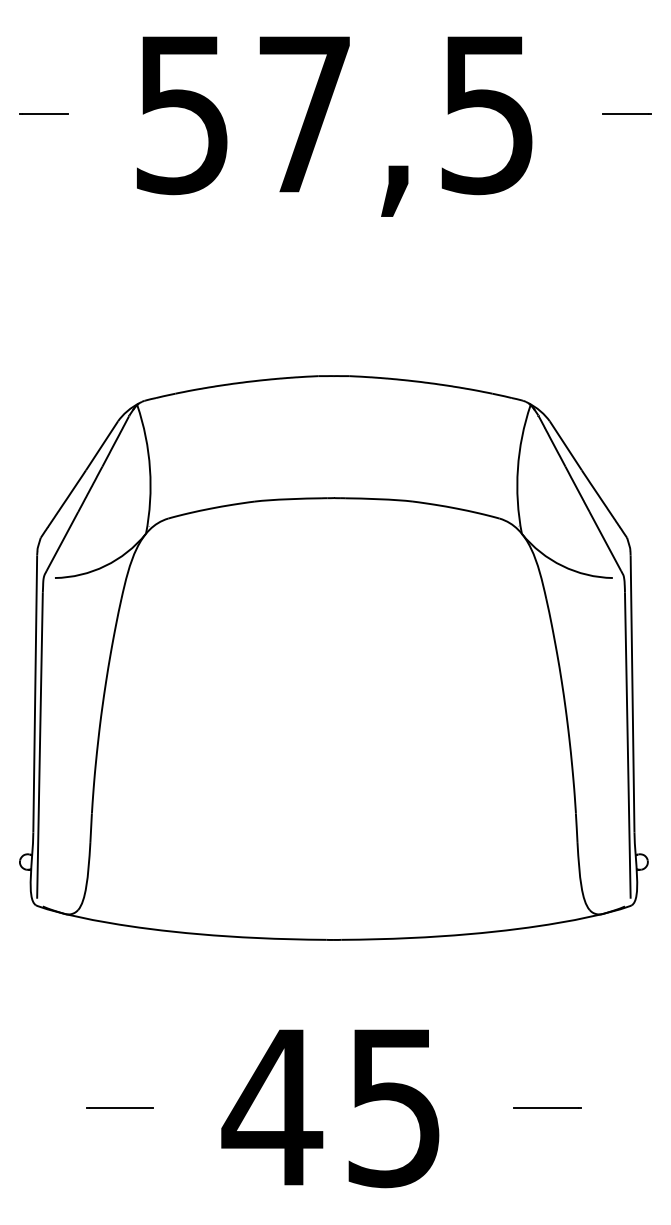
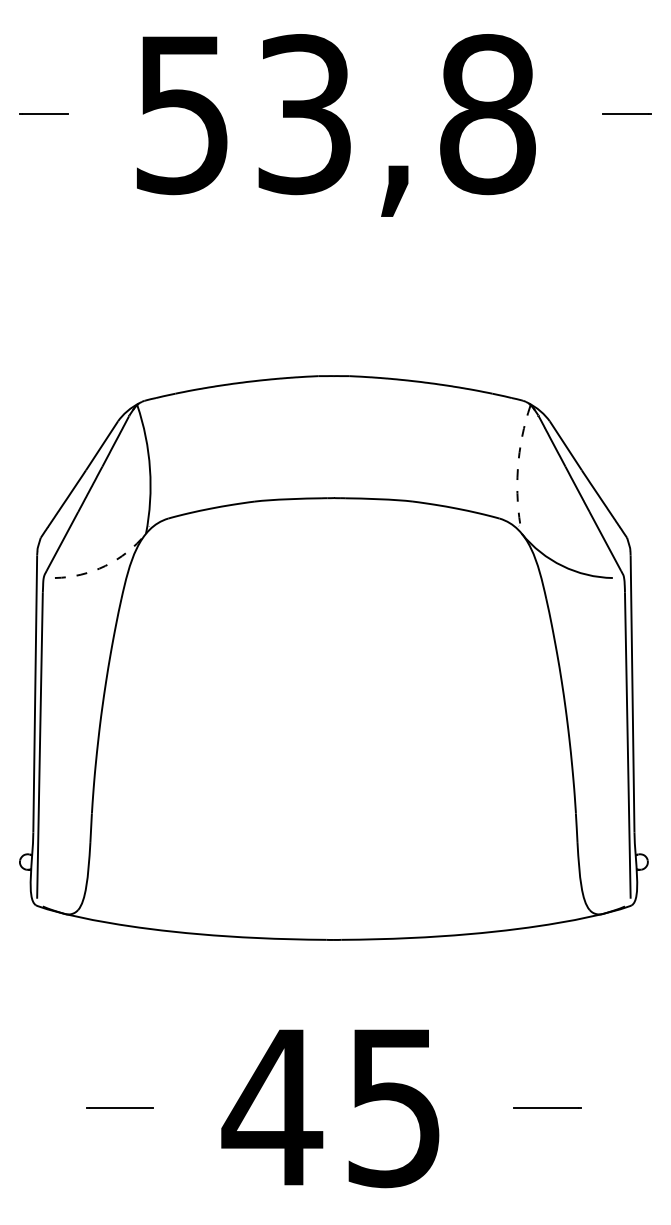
text at (396, 114): 57,5 -> 53,8
arc at (517, 468): solid -> dashed
arc at (105, 566): solid -> dashed
